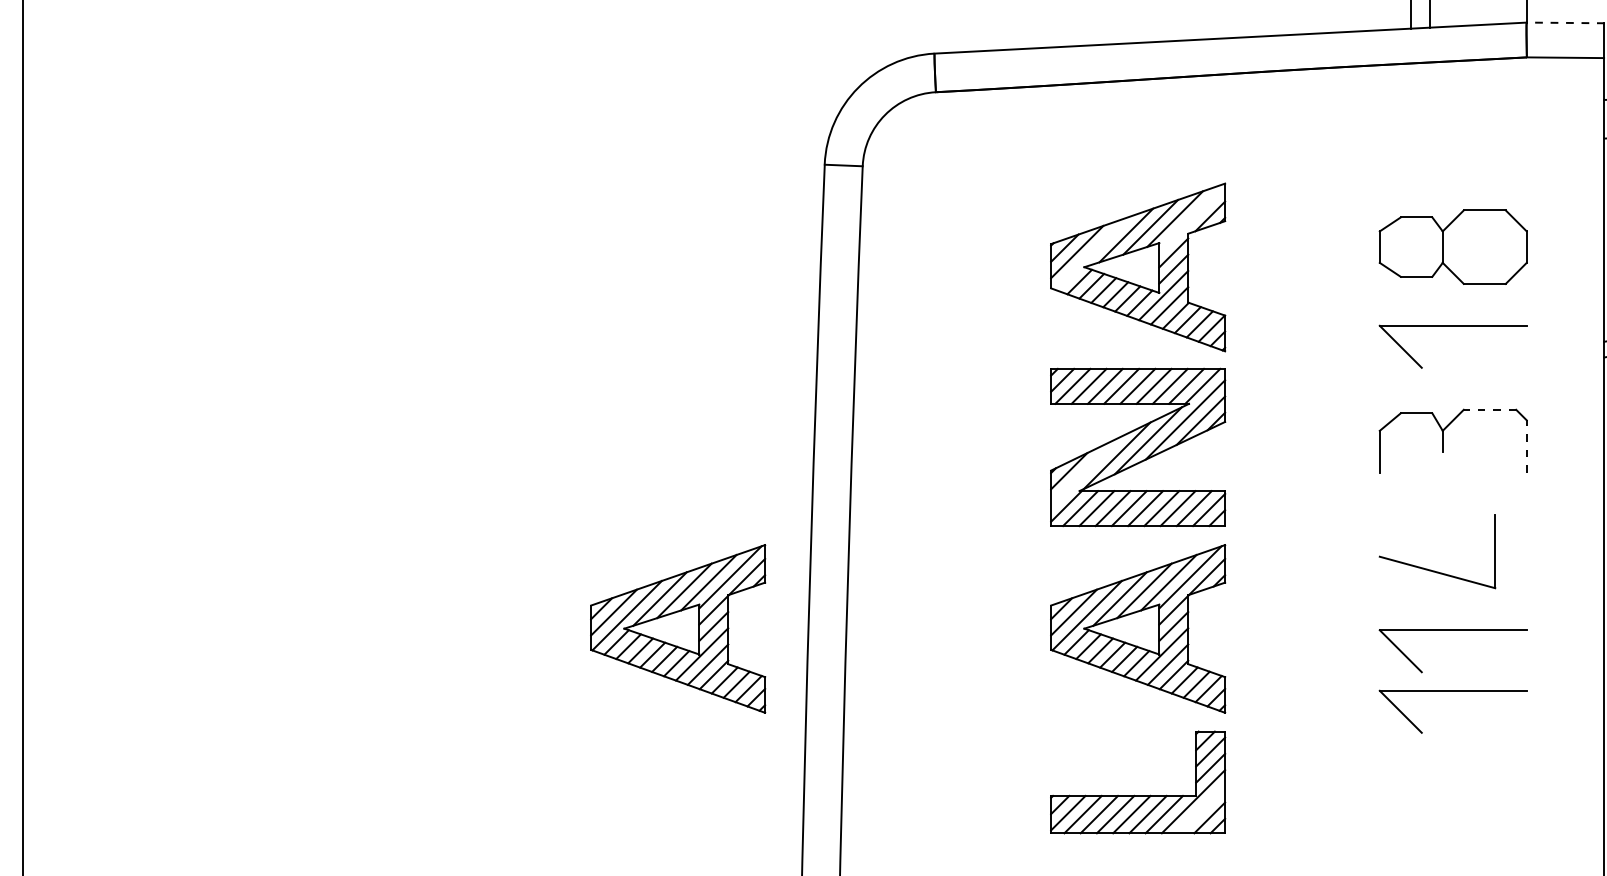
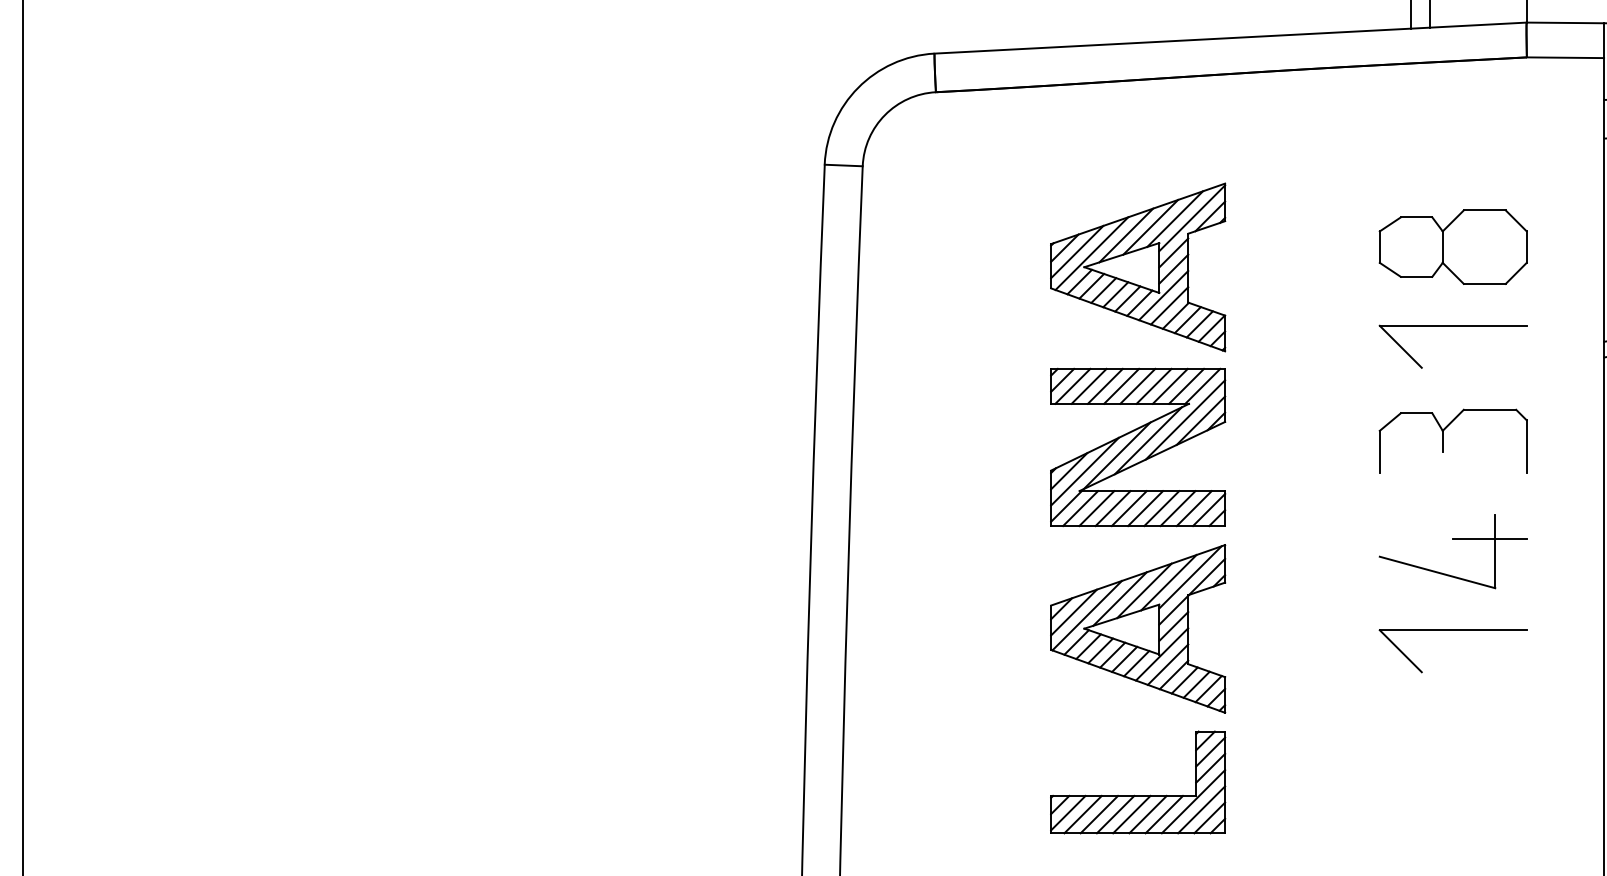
line at (1566, 22): dashed -> solid
line at (1192, 218): none -> present
line at (1091, 253): none -> present
line at (1489, 409): dashed -> solid
line at (1526, 446): dashed -> solid
line at (1084, 471): none -> present
line at (1489, 539): none -> present
part at (678, 628): present -> none
part at (1452, 691): present -> none
line at (1201, 809): none -> present
